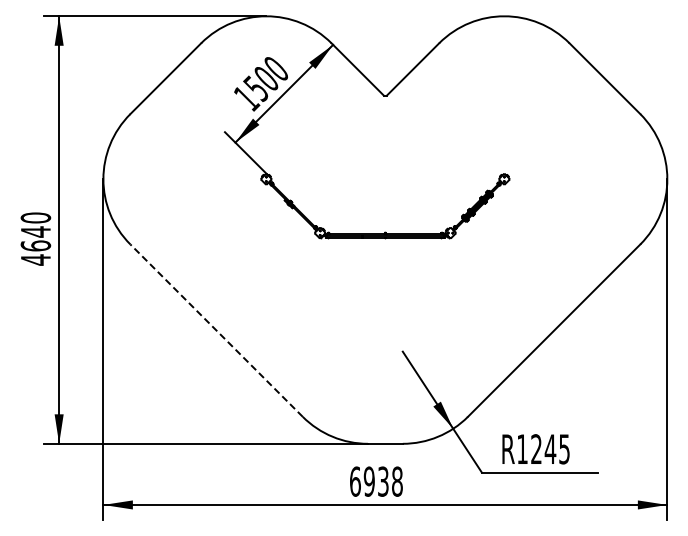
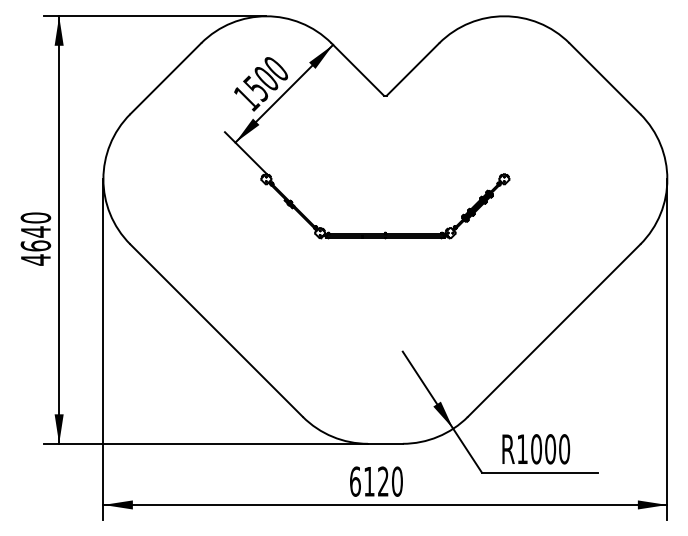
line at (216, 330): dashed -> solid
text at (550, 449): R1245 -> R1000
text at (382, 481): 6938 -> 6120
